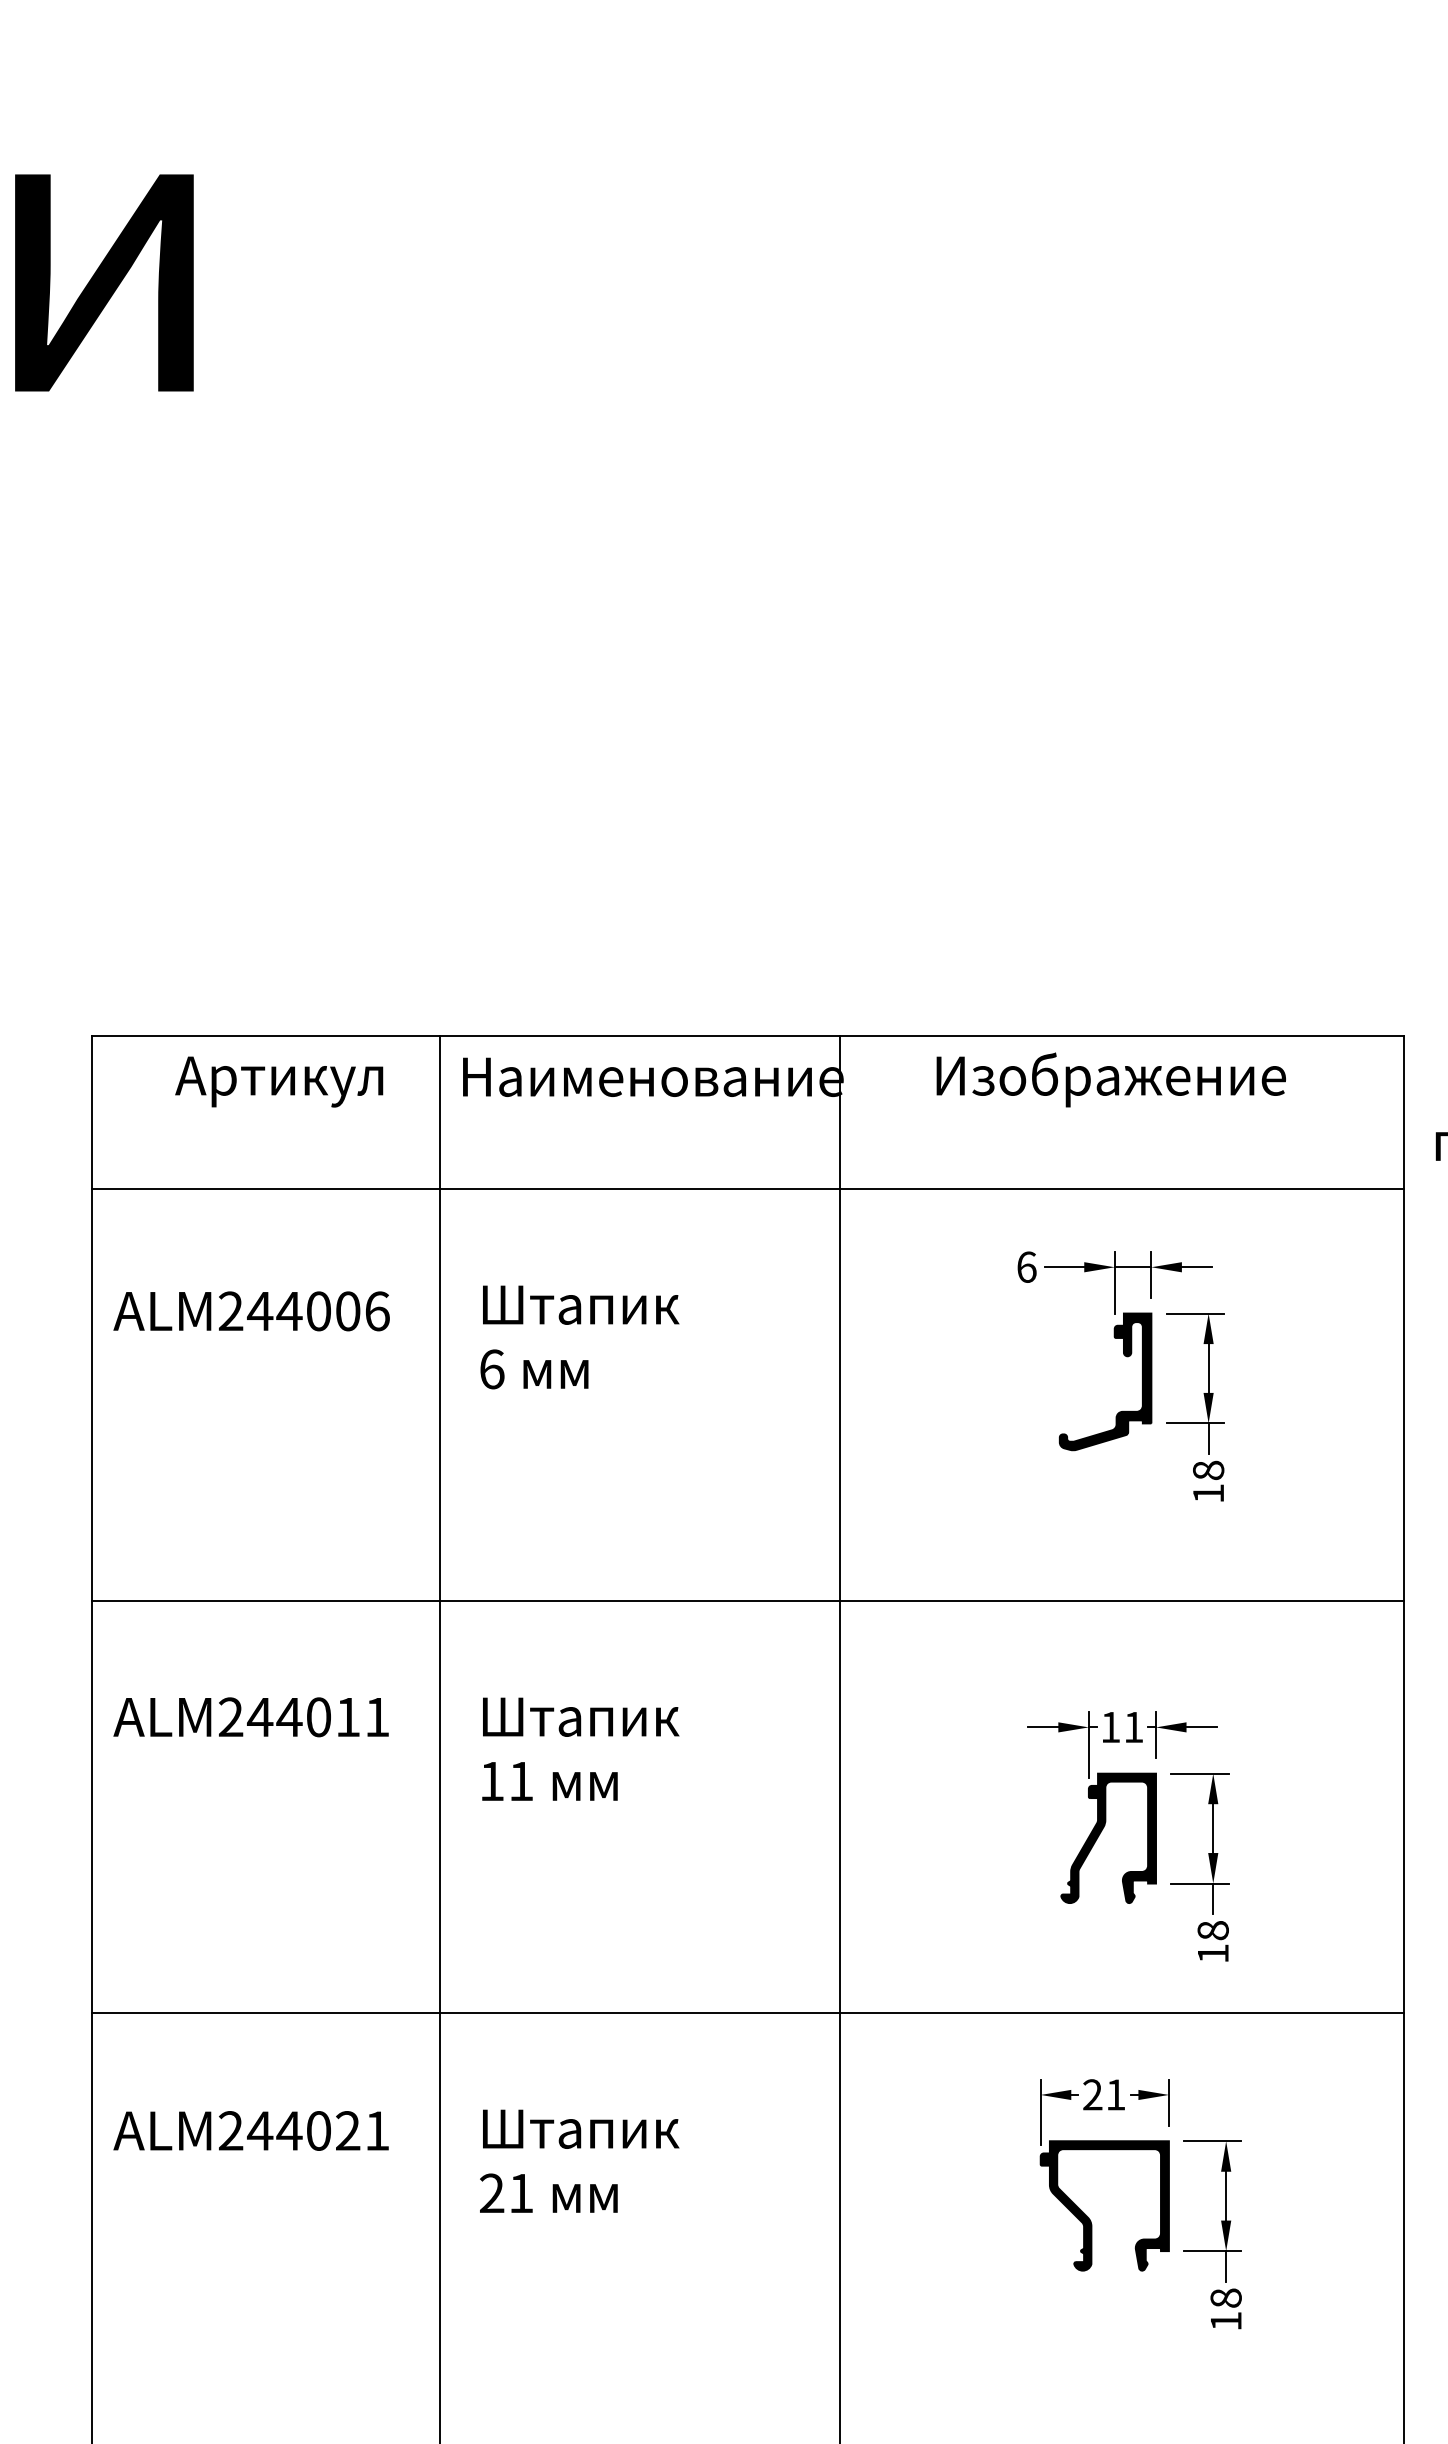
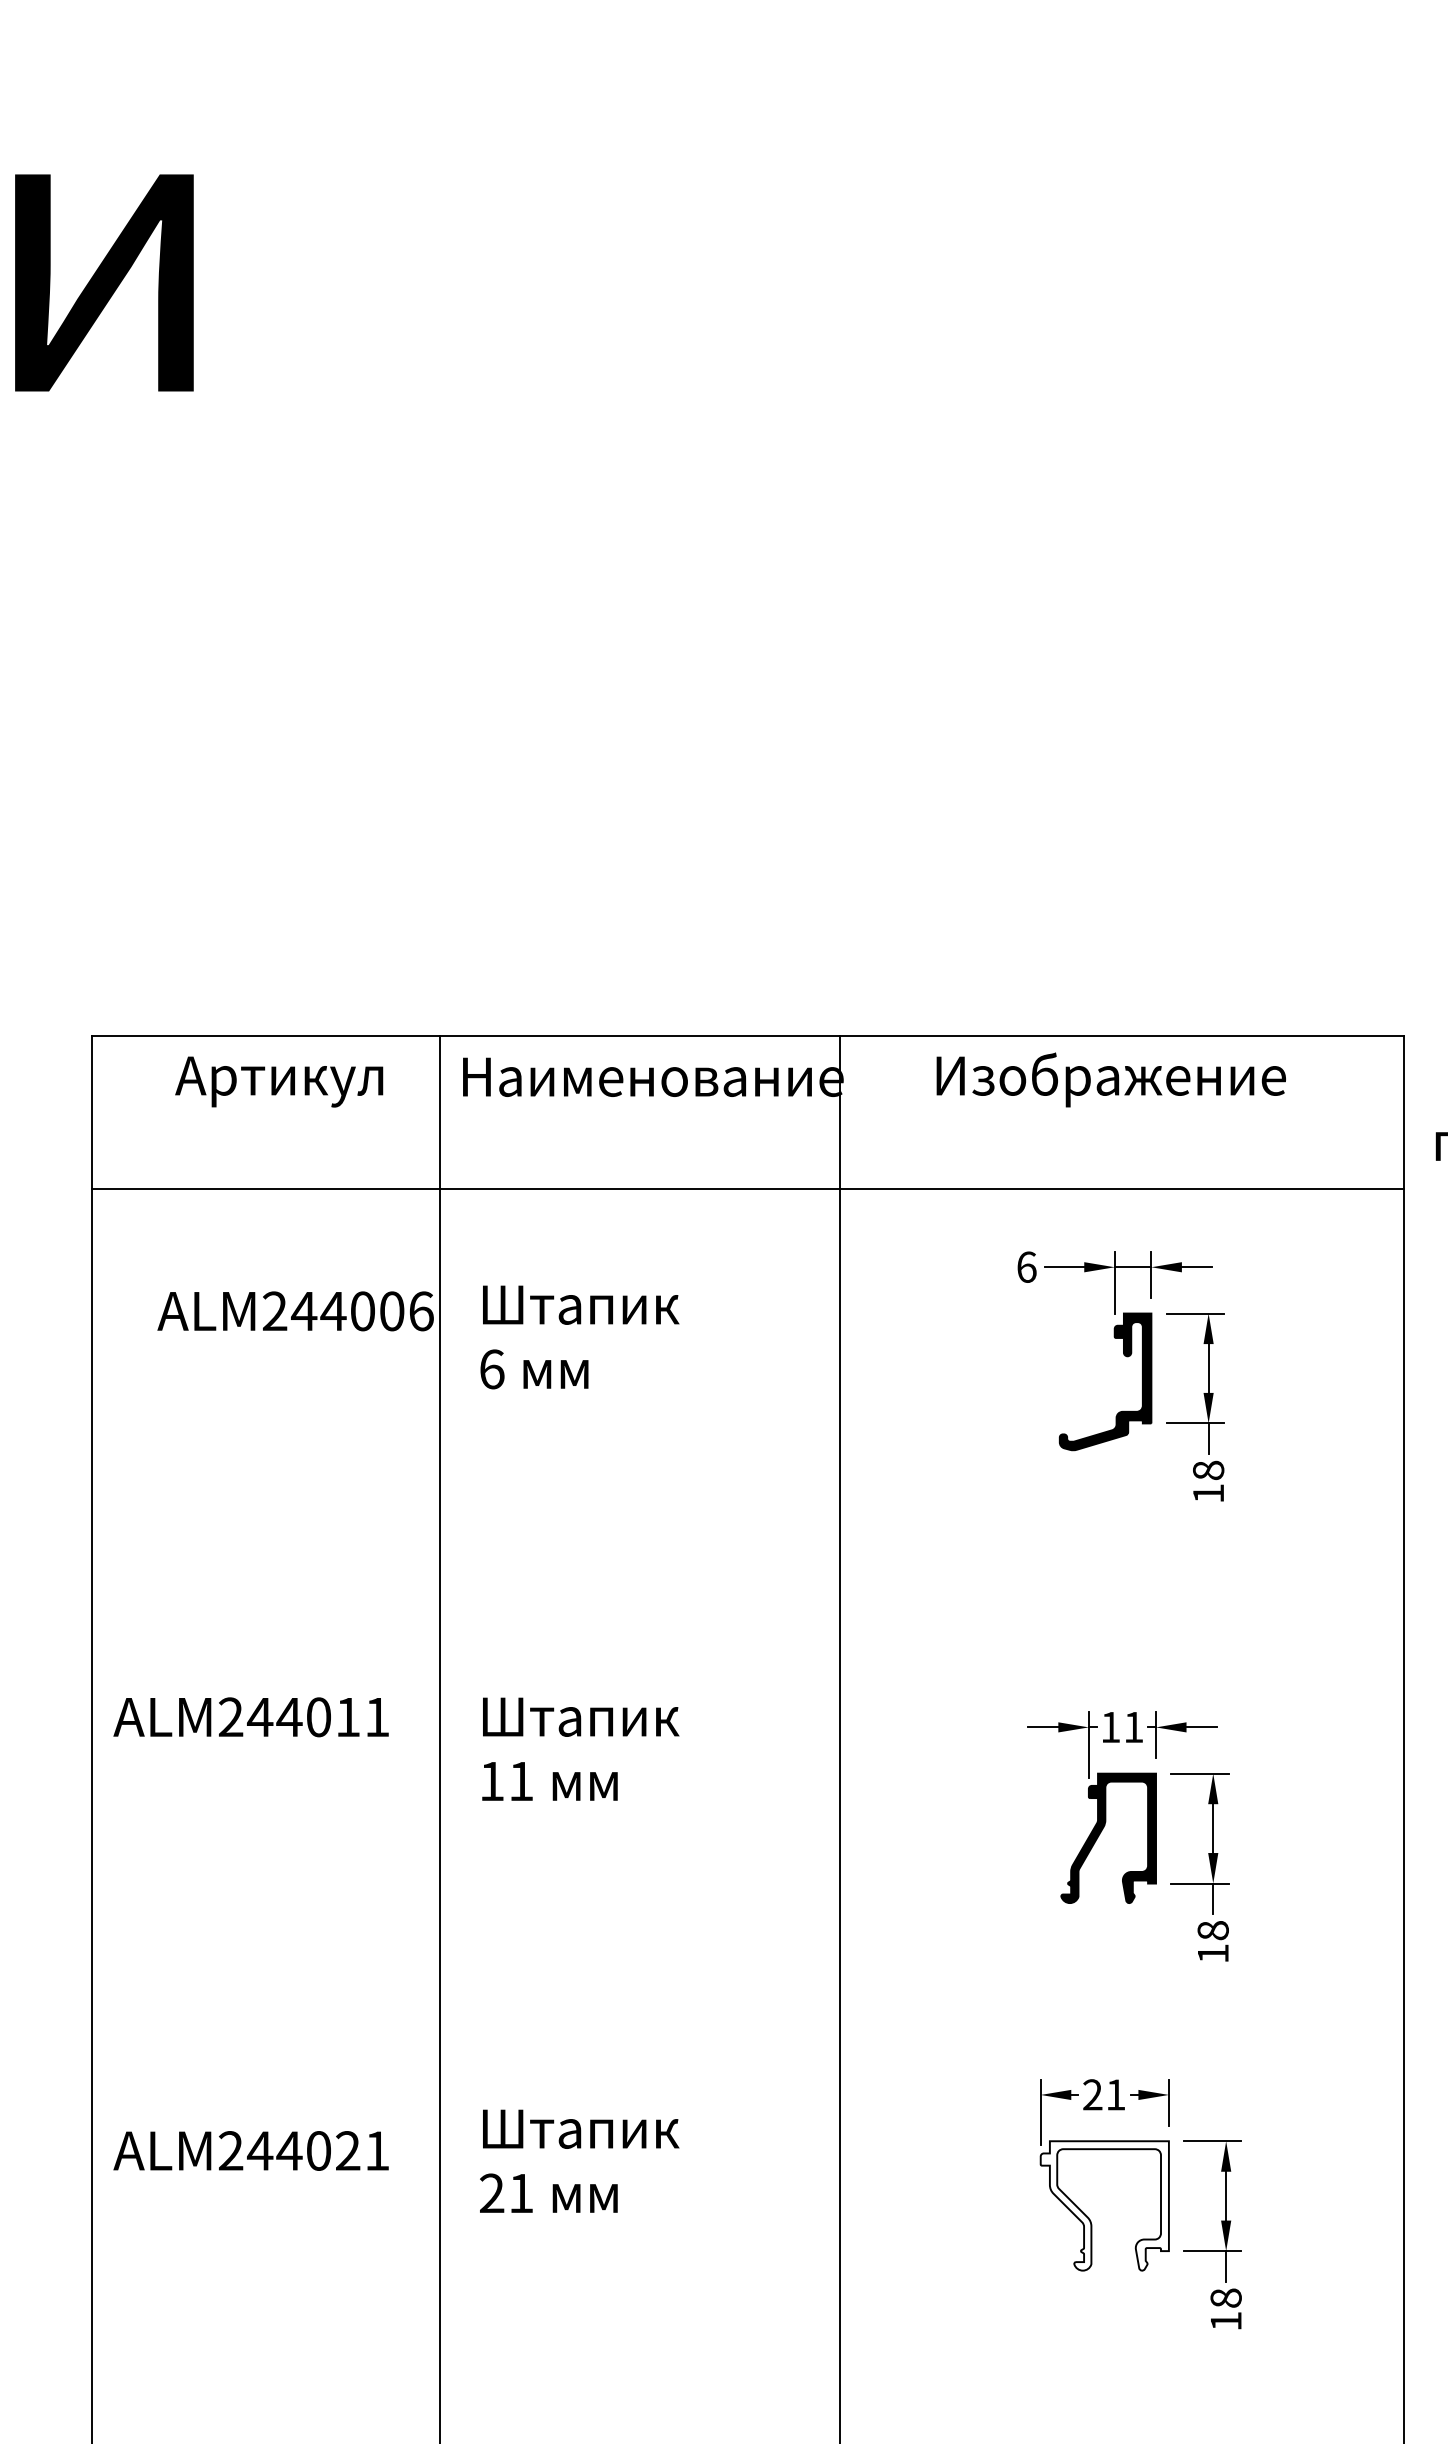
text at (251, 1311) position: (251, 1311) -> (295, 1311)
line at (748, 1601): present -> none
line at (748, 2013): present -> none
text at (250, 2130) position: (250, 2130) -> (250, 2150)
fill at (1104, 2205): present -> none
